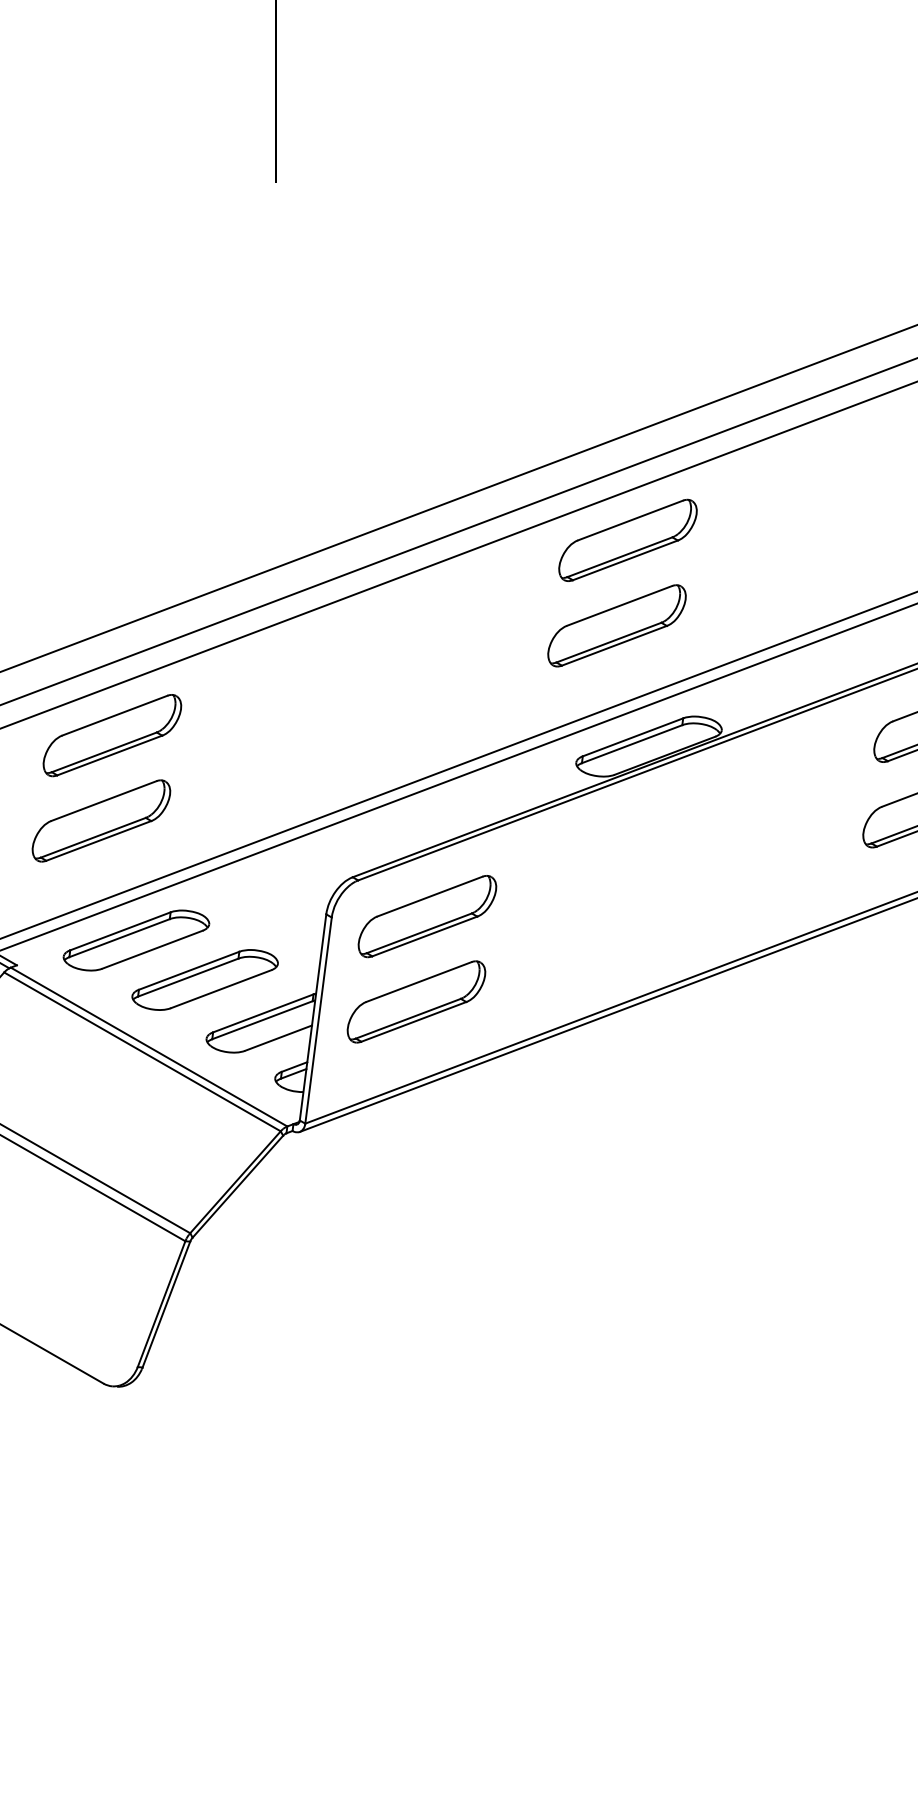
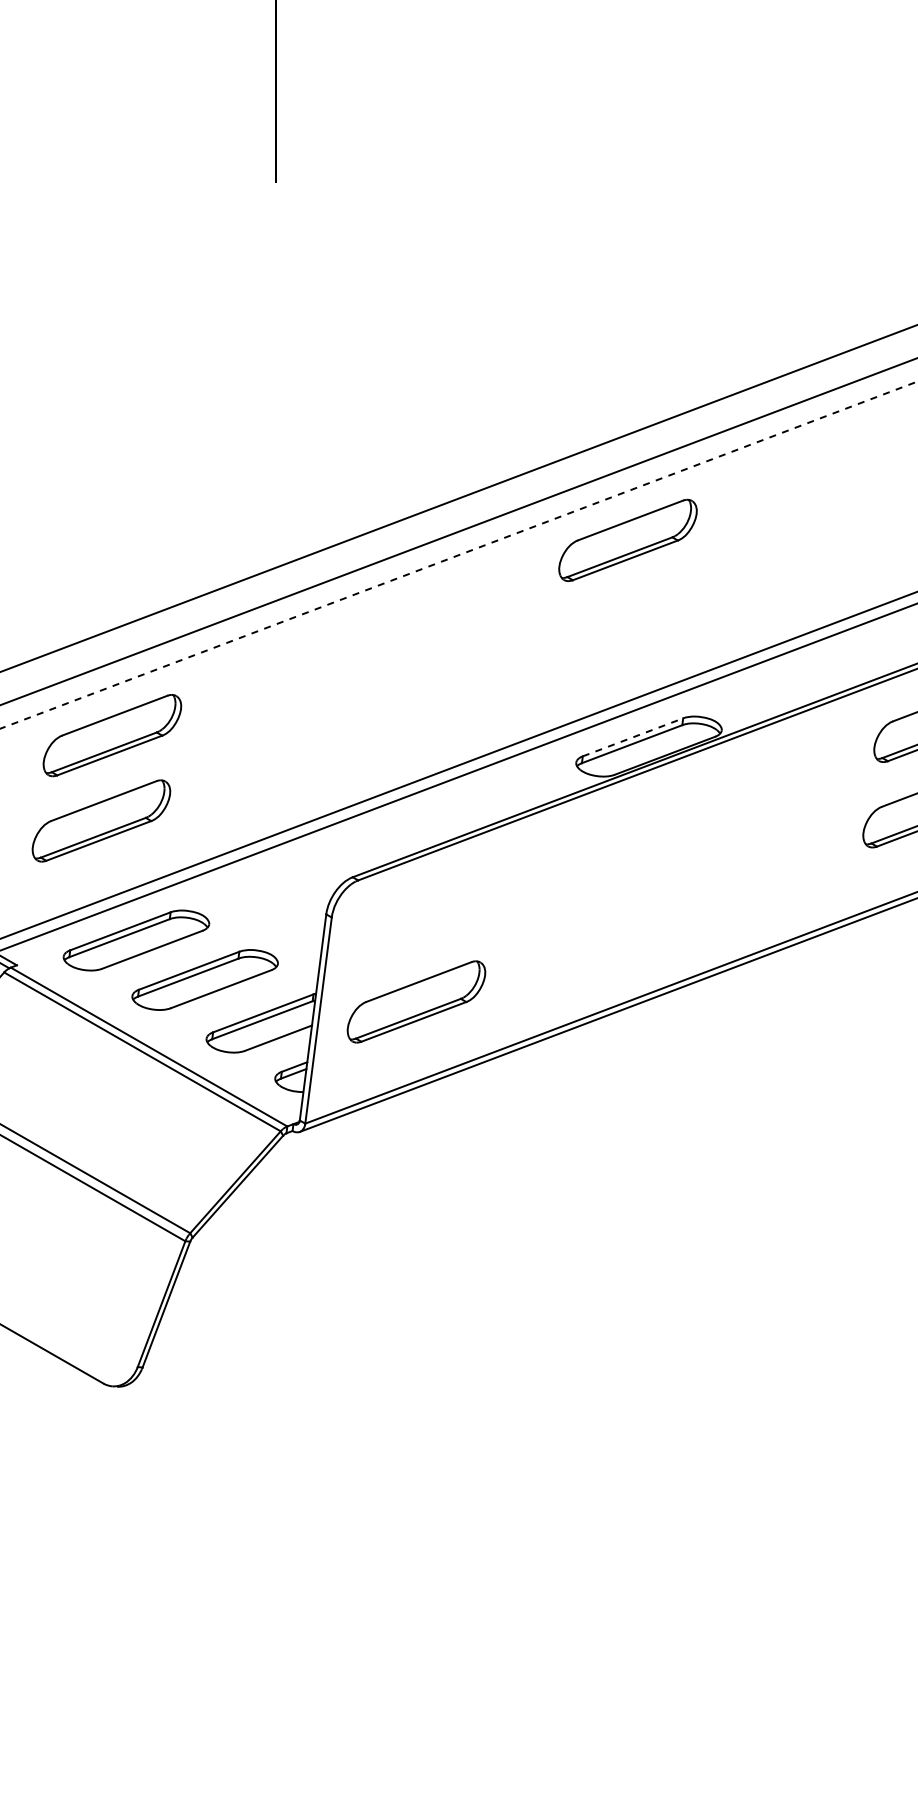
line at (459, 554): solid -> dashed
part at (616, 625): present -> none
line at (633, 737): solid -> dashed
part at (427, 916): present -> none
